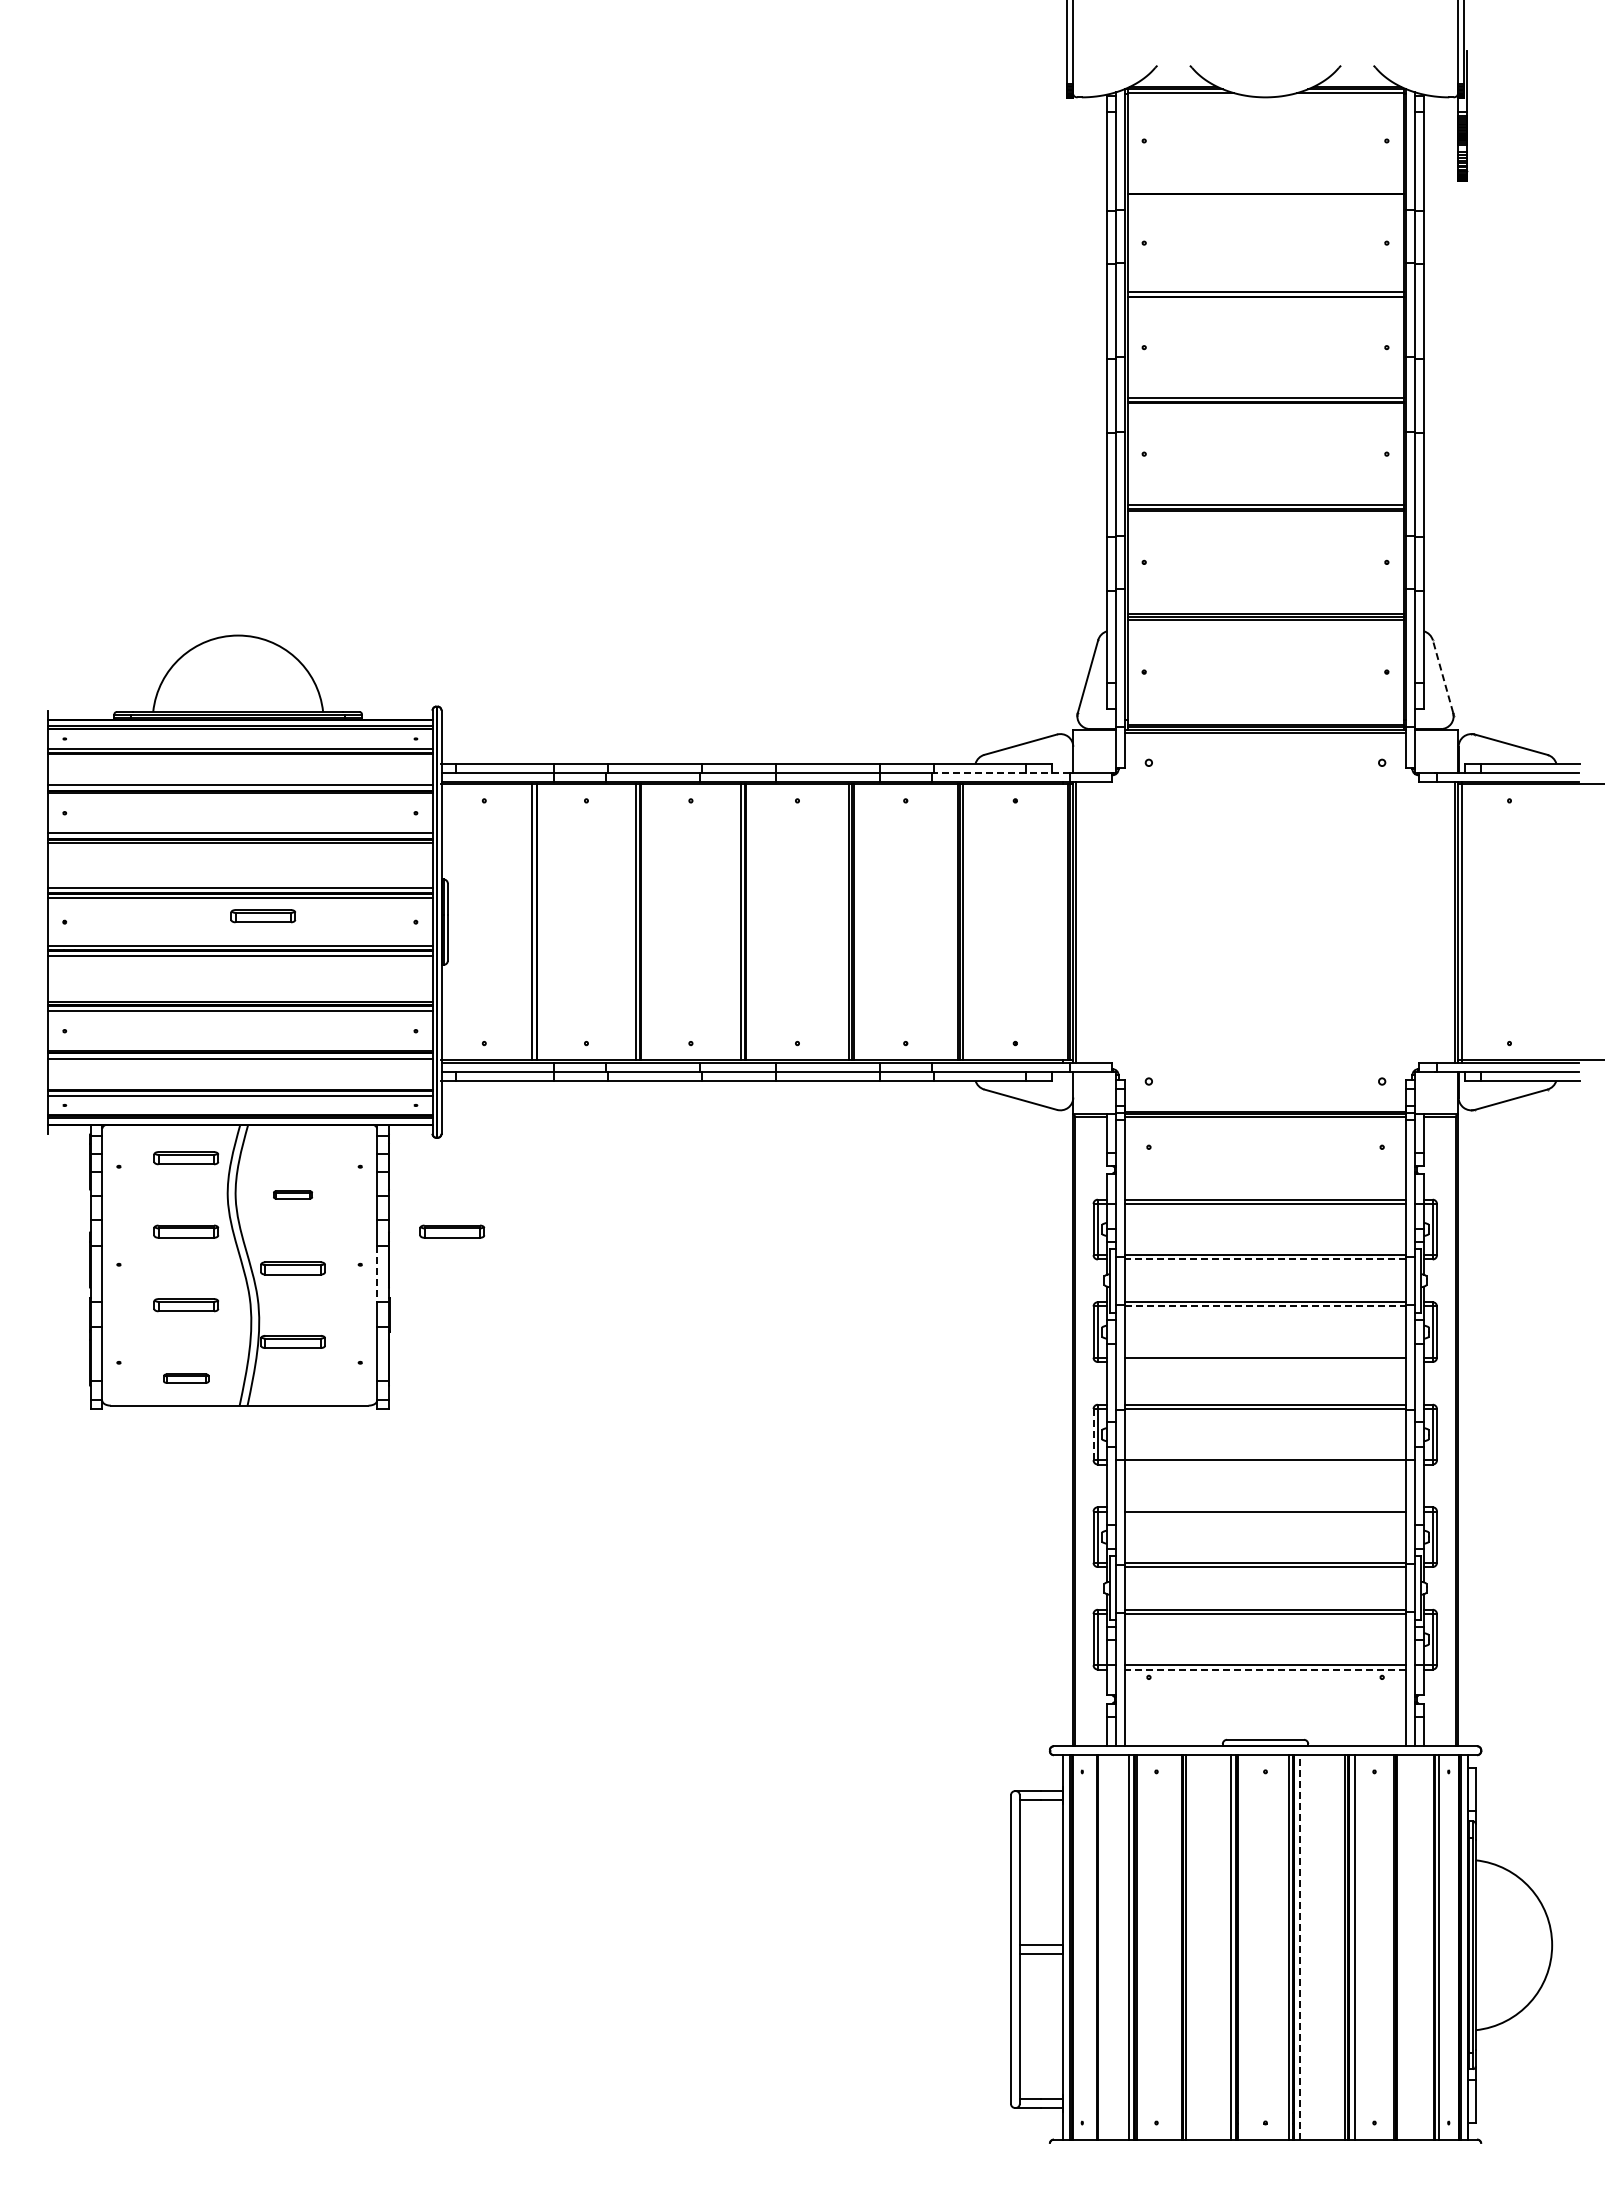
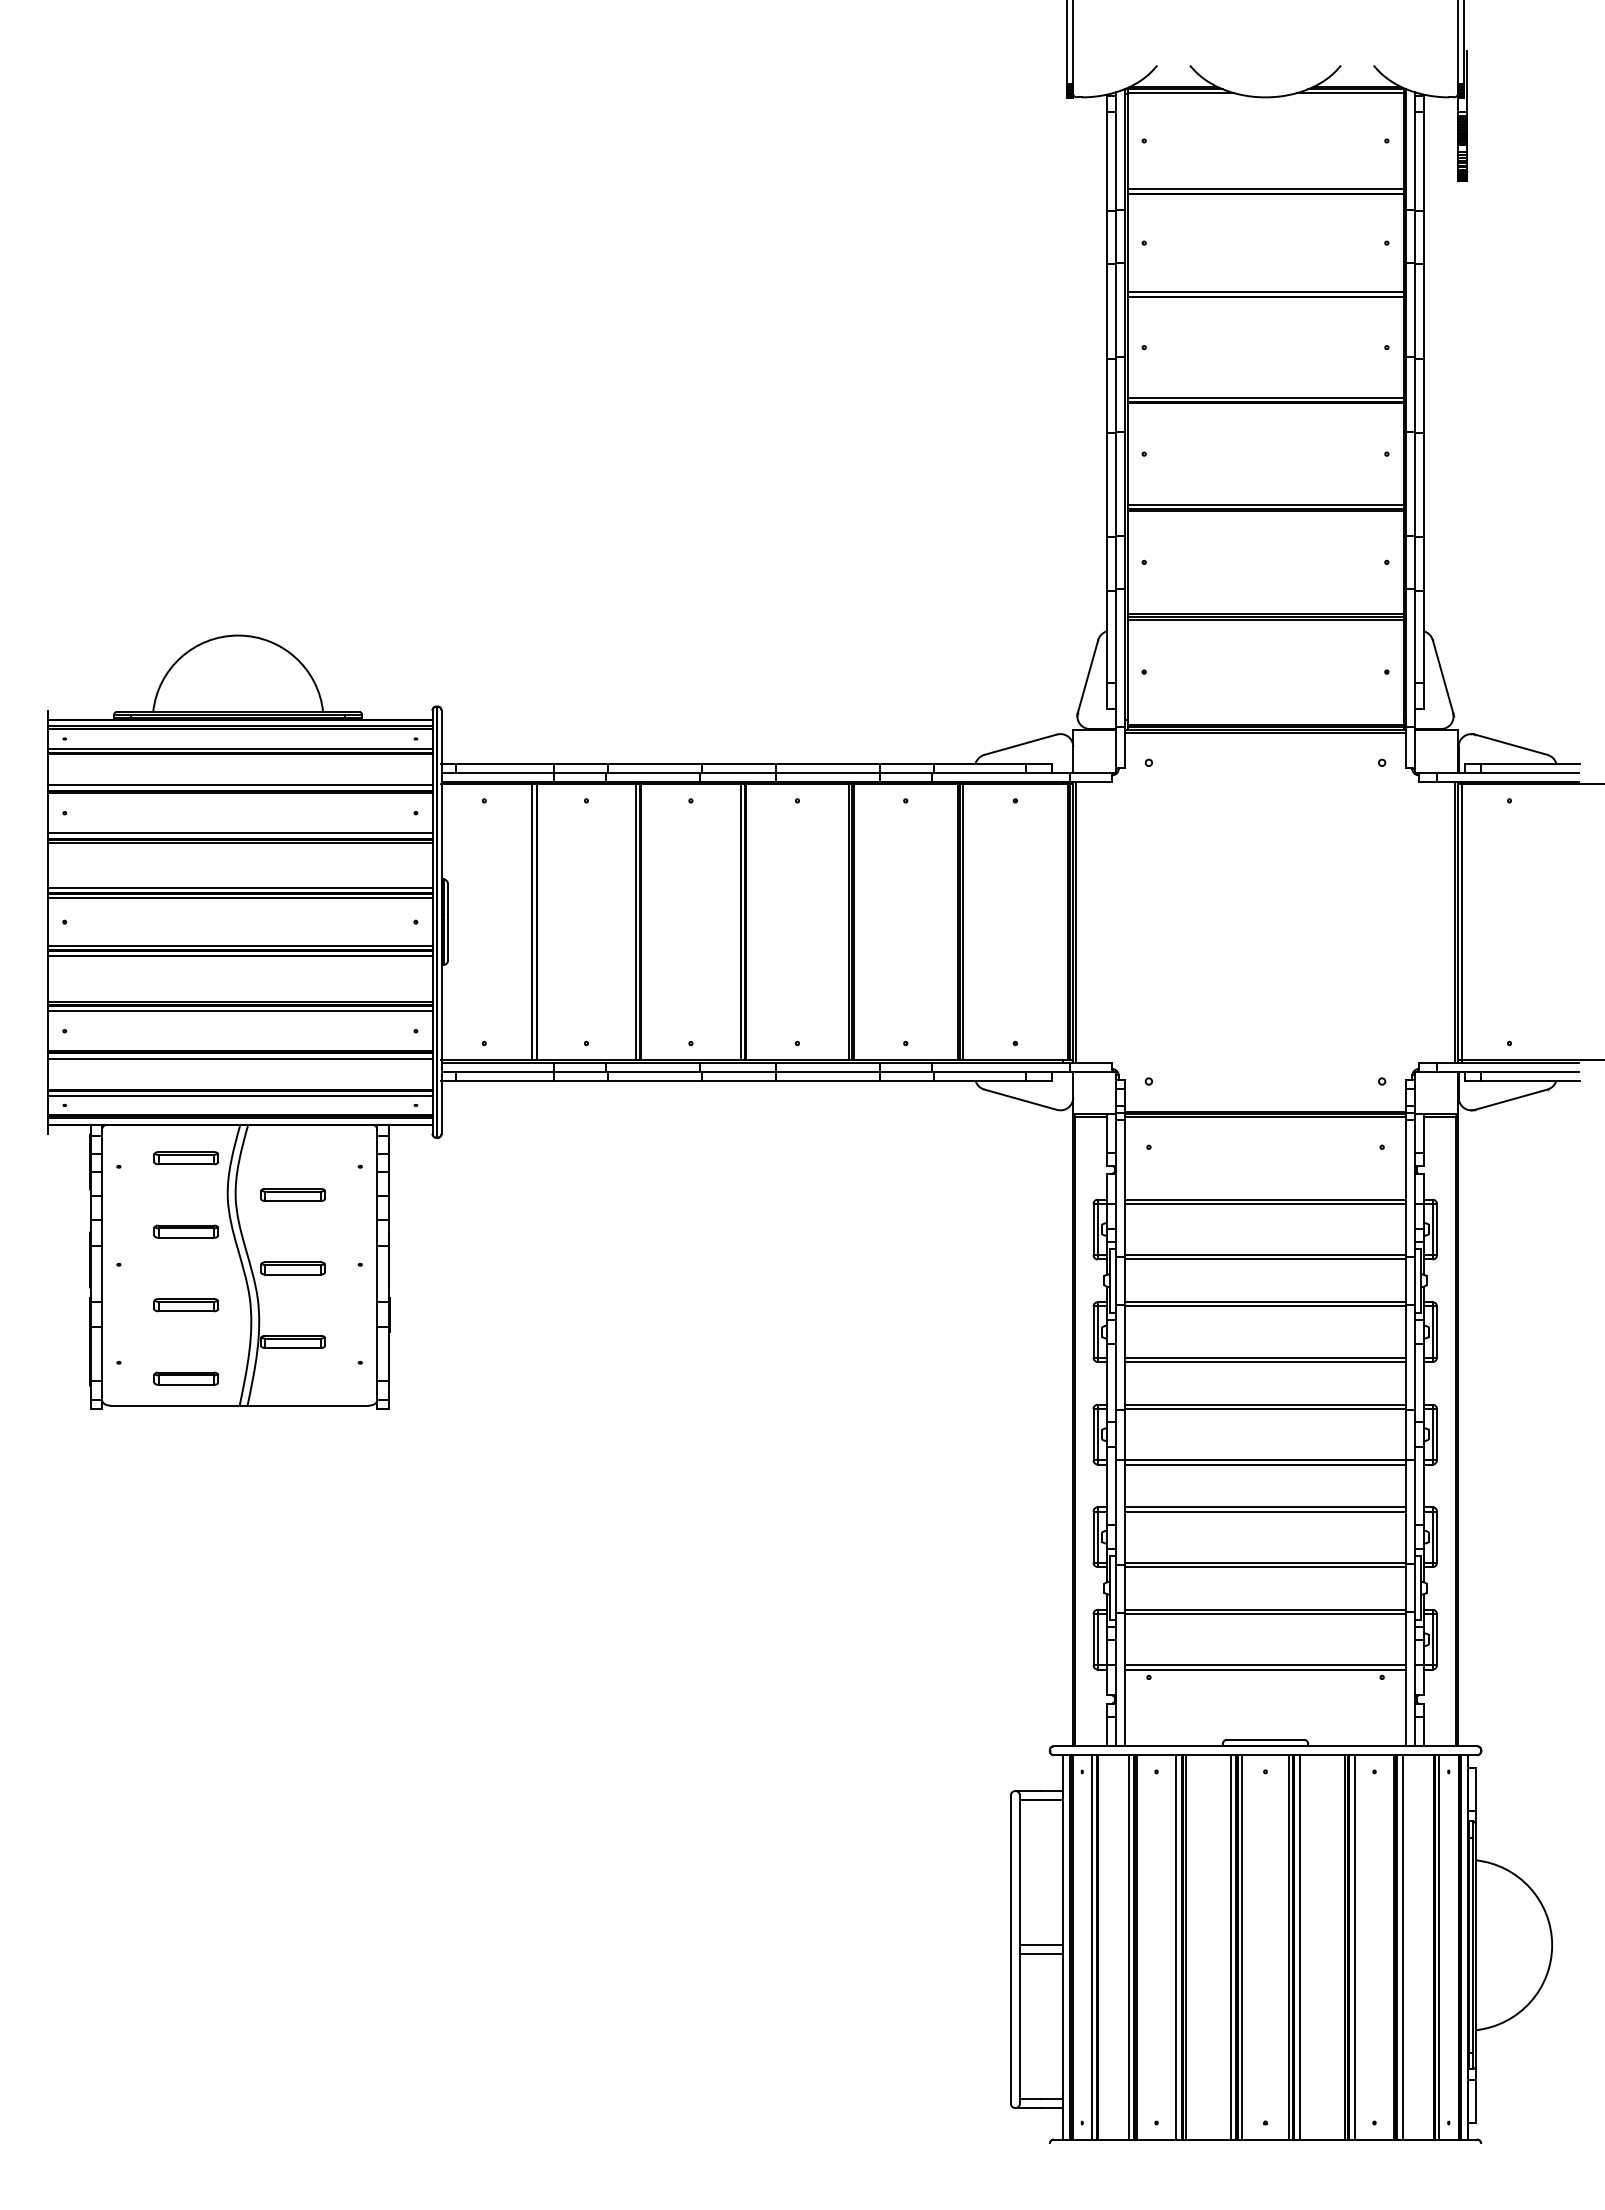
line at (1265, 188): none -> present
line at (1443, 676): dashed -> solid
line at (1001, 772): dashed -> solid
part at (263, 916): present -> none
part at (292, 1194) size: 40x10 px -> 66x14 px
part at (452, 1231): present -> none
line at (1265, 1259): dashed -> solid
line at (377, 1274): dashed -> solid
line at (1265, 1306): dashed -> solid
line at (1265, 1362): none -> present
part at (186, 1378) size: 47x11 px -> 67x15 px
line at (1093, 1434): dashed -> solid
line at (1265, 1464): none -> present
line at (1265, 1507): none -> present
line at (1265, 1669): dashed -> solid
line at (1299, 1946): dashed -> solid
line at (1092, 1947): none -> present
line at (1176, 1947): none -> present
line at (1241, 1947): none -> present
line at (1402, 1947): none -> present
